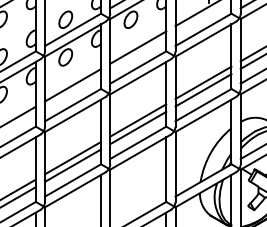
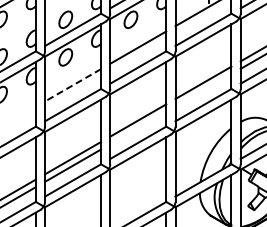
line at (72, 85): solid -> dashed
line at (203, 90): present -> none
line at (18, 115): present -> none
line at (138, 127): present -> none
